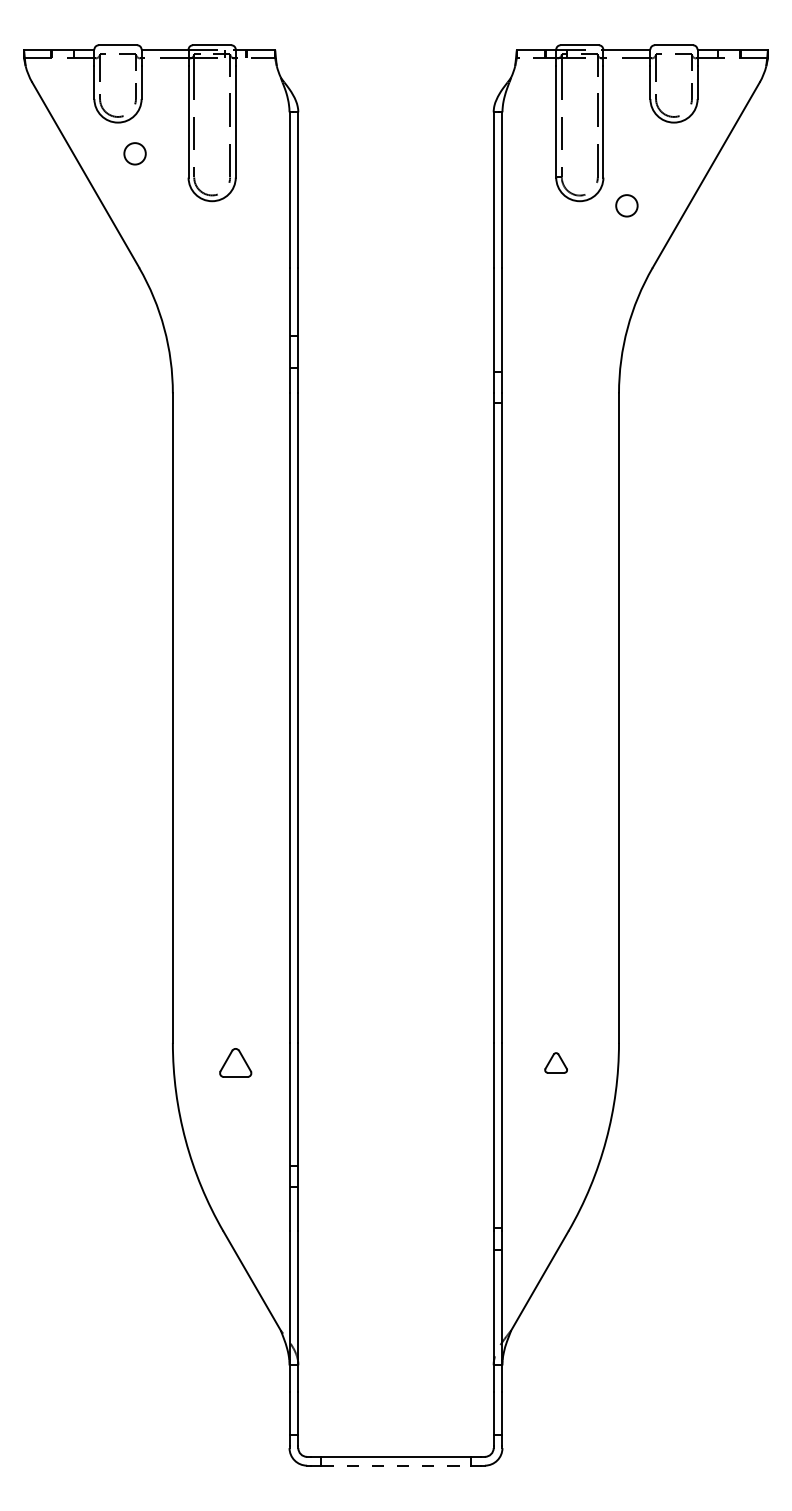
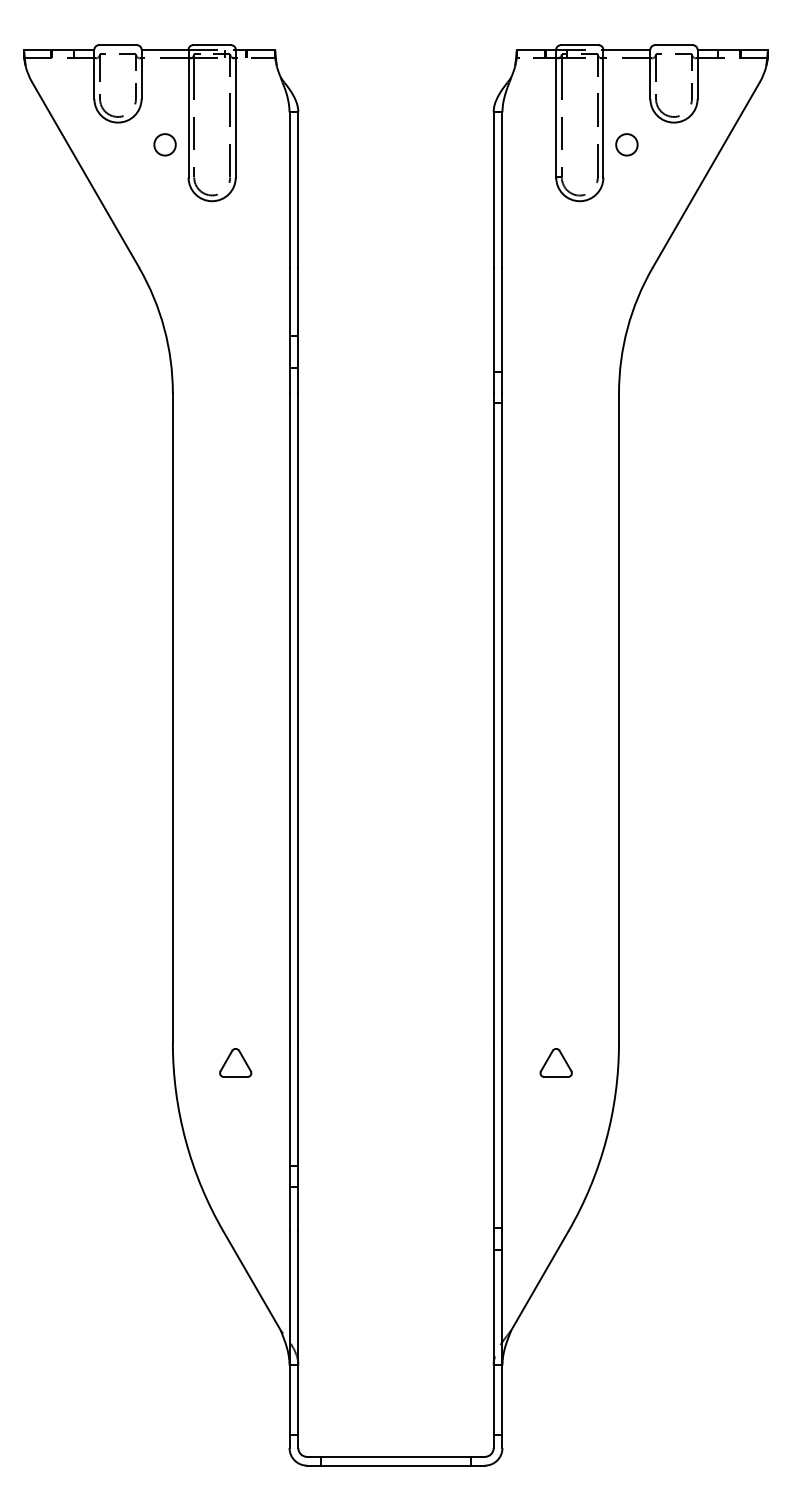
circle at (134, 153) position: (134, 153) -> (164, 144)
circle at (626, 205) position: (626, 205) -> (626, 144)
part at (555, 1062) size: 24x22 px -> 34x30 px
line at (396, 1465): dashed -> solid
